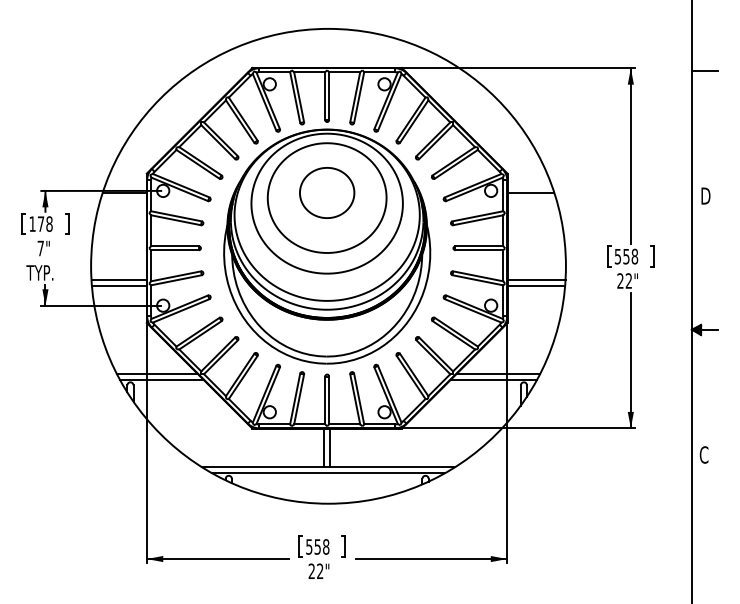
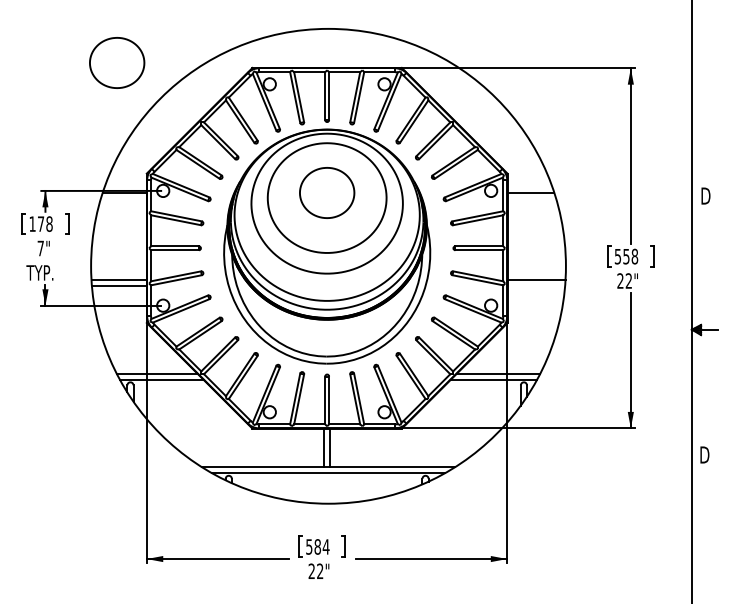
part at (117, 62): none -> present
line at (704, 71): present -> none
line at (536, 286): present -> none
text at (704, 454): C -> D
text at (321, 546): 558 -> 584
